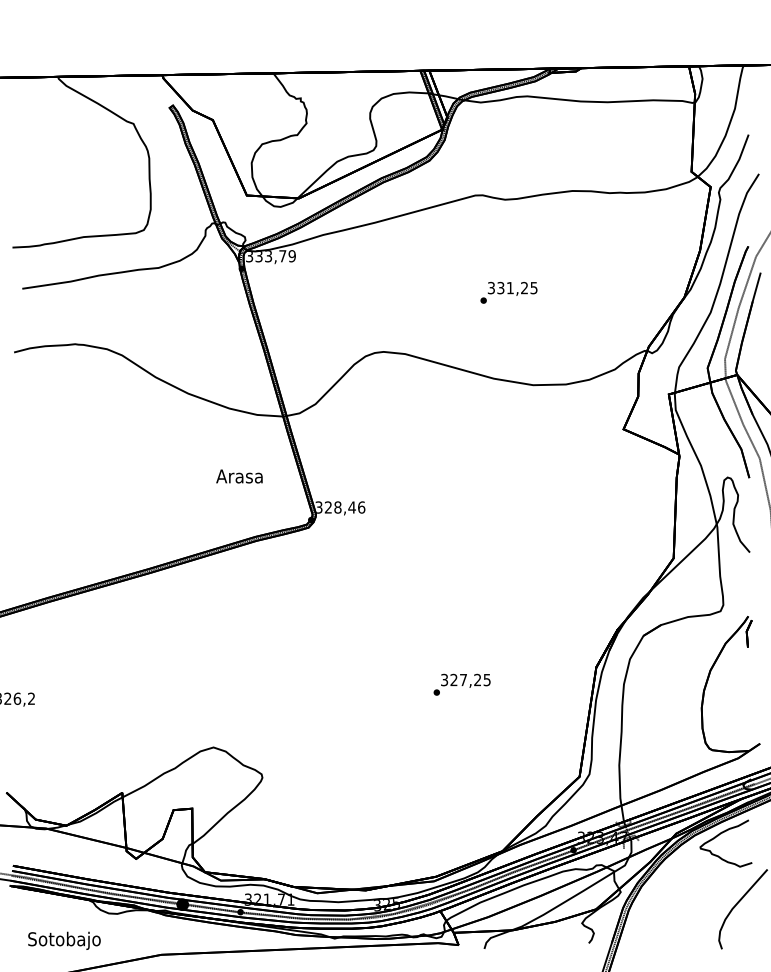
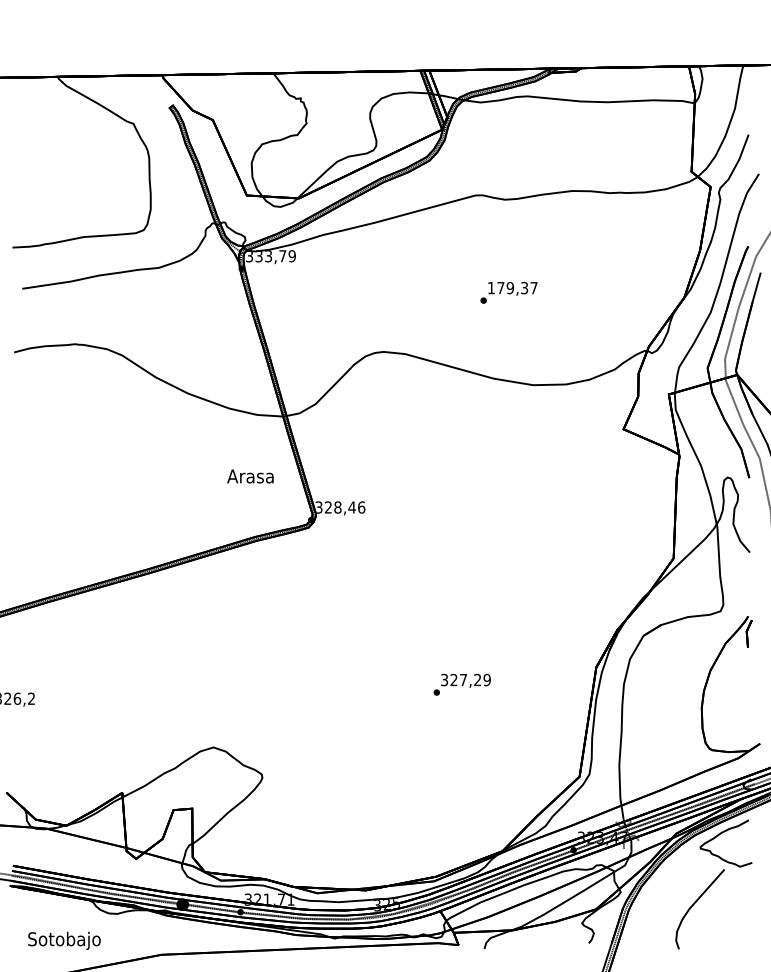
text at (512, 287): 331,25 -> 179,37
text at (239, 476) position: (239, 476) -> (250, 476)
text at (486, 679): 327,25 -> 327,29
curve at (737, 904) position: (737, 904) -> (694, 904)
